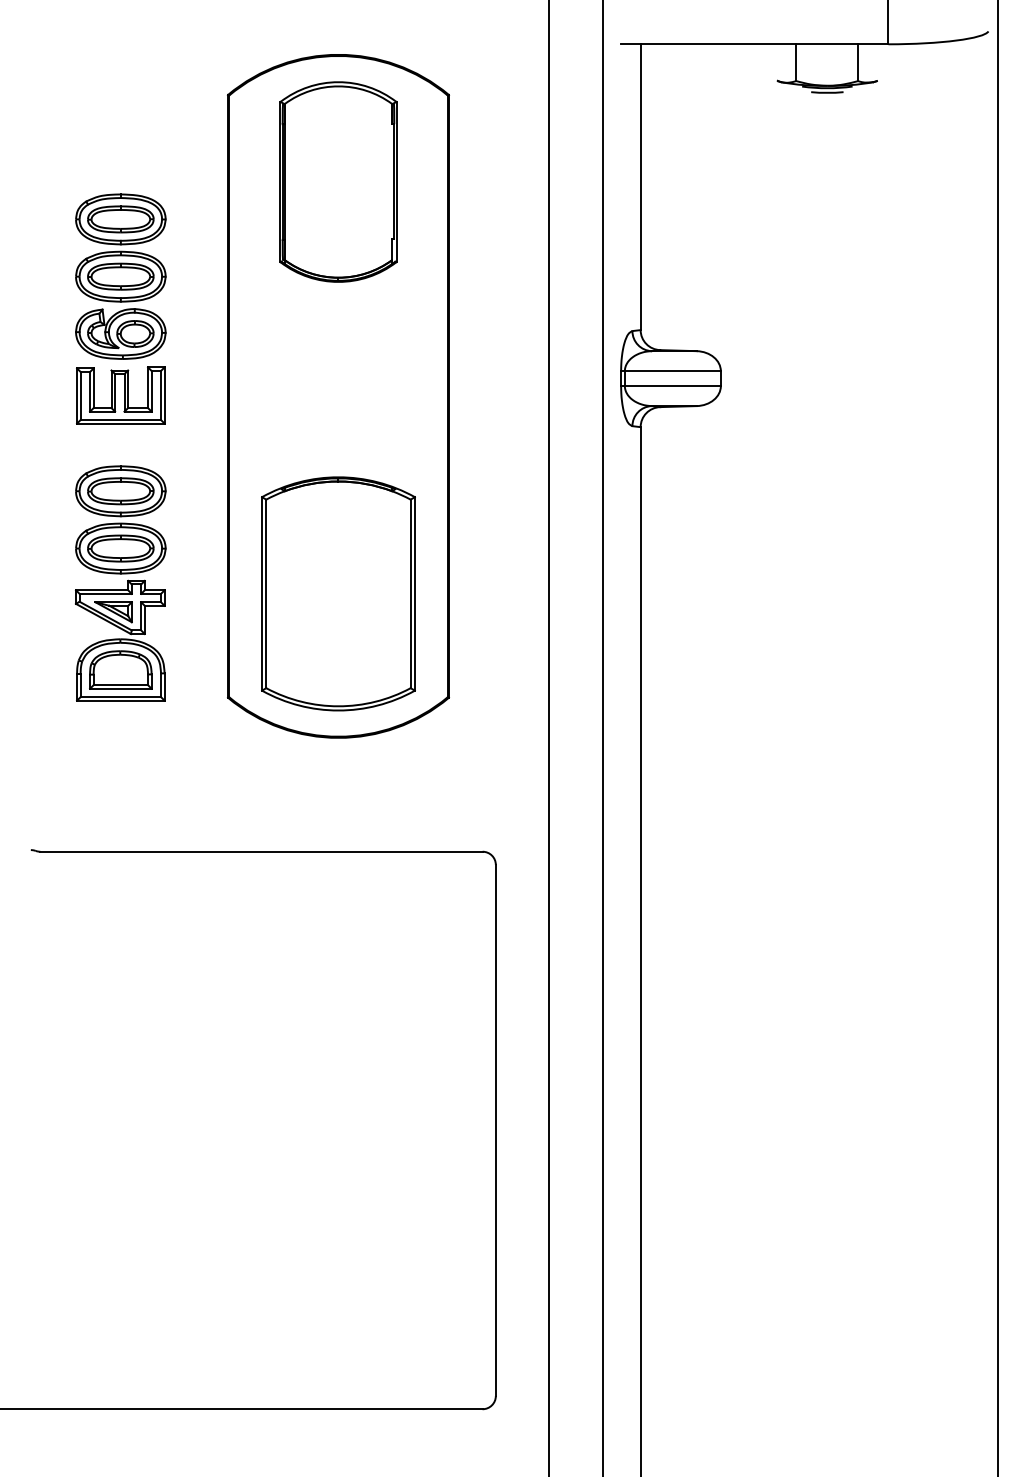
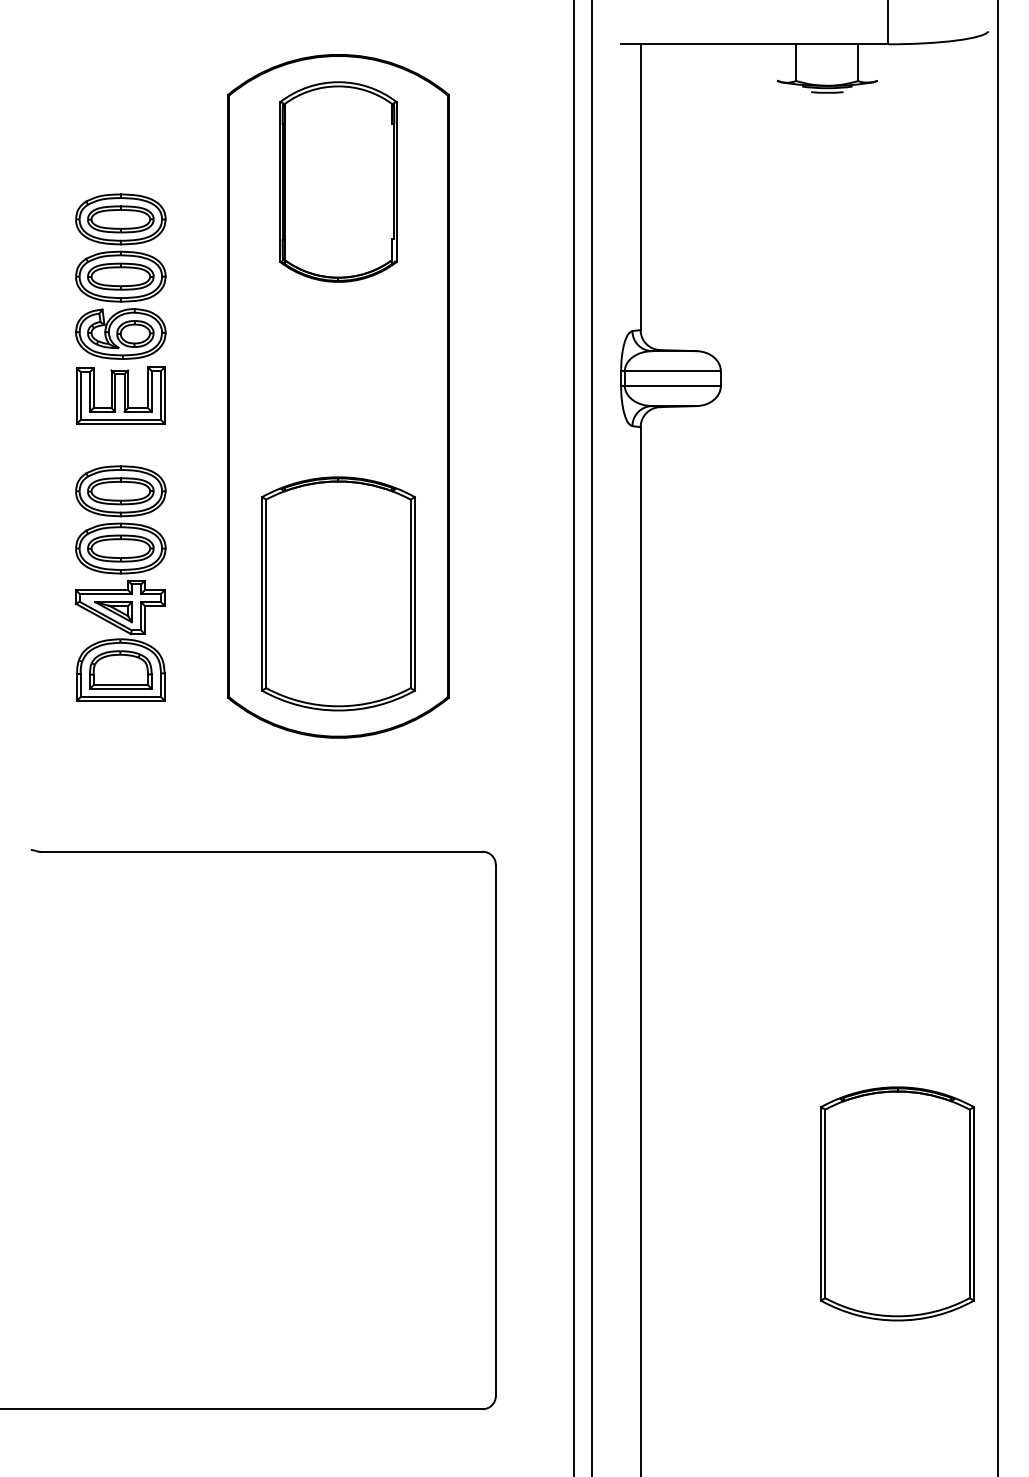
line at (549, 737) position: (549, 737) -> (574, 737)
line at (603, 737) position: (603, 737) -> (592, 737)
part at (897, 1203): none -> present
